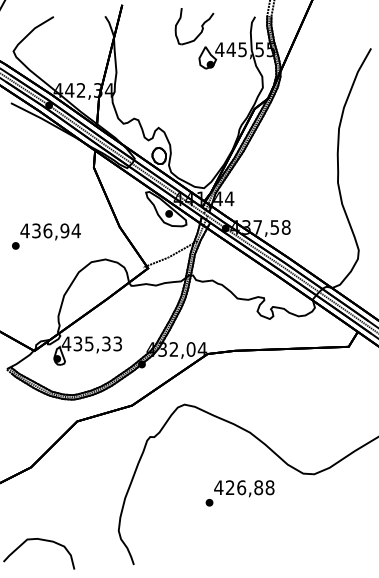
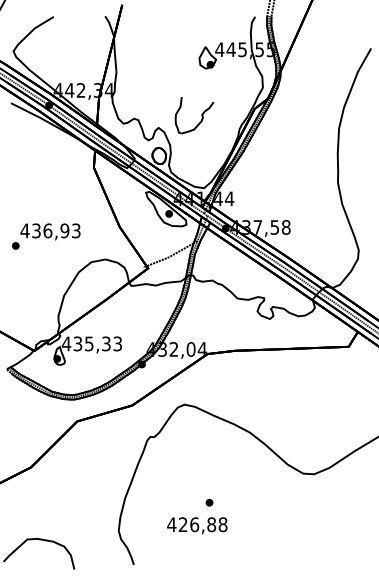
part at (201, 26) position: (201, 26) -> (201, 115)
text at (75, 230): 436,94 -> 436,93
text at (244, 488) position: (244, 488) -> (197, 525)
